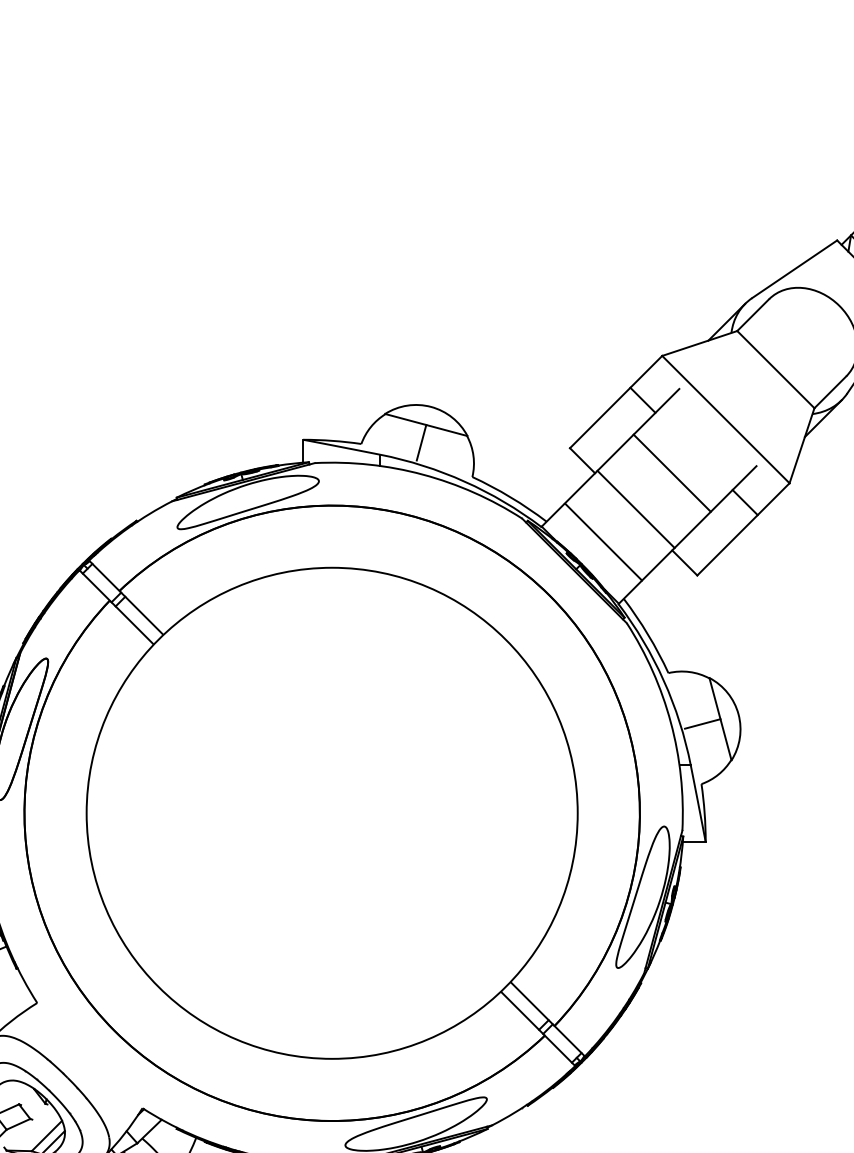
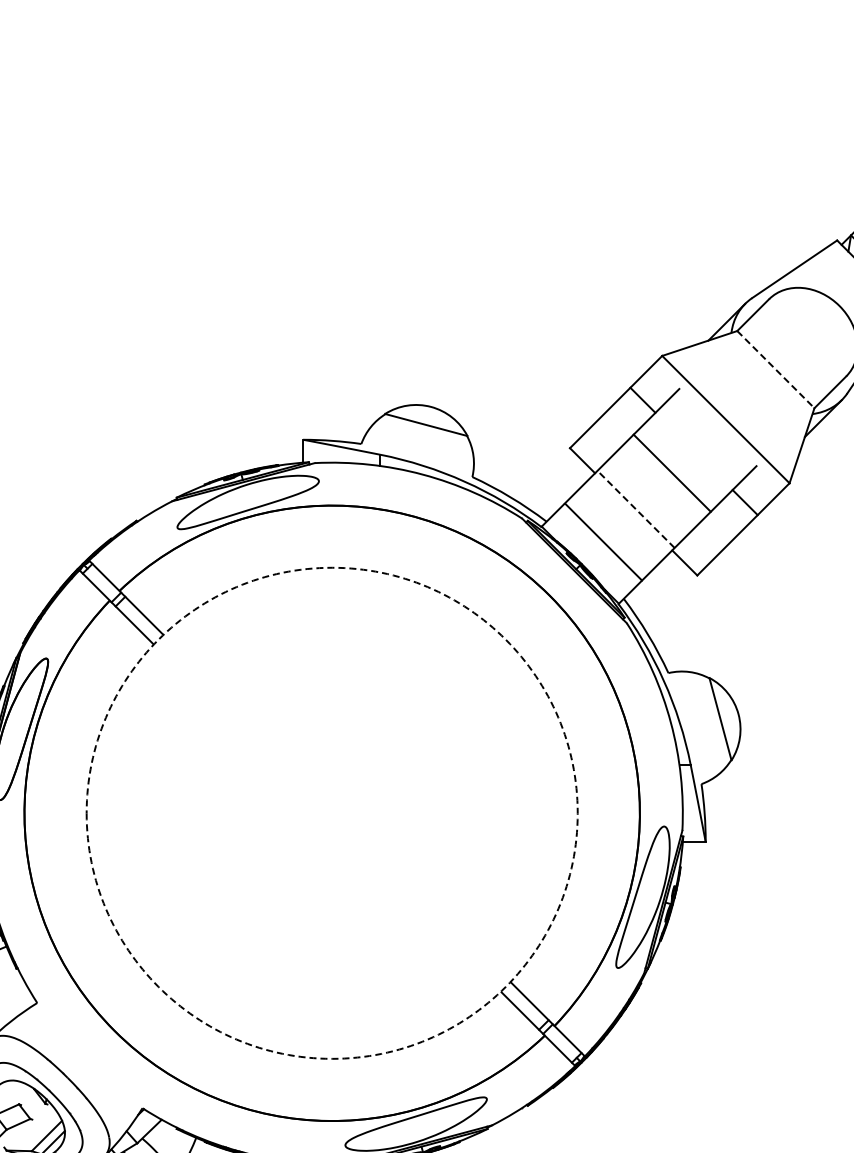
line at (775, 369): solid -> dashed
line at (421, 442): present -> none
line at (636, 509): solid -> dashed
line at (702, 723): present -> none
circle at (331, 812): solid -> dashed
